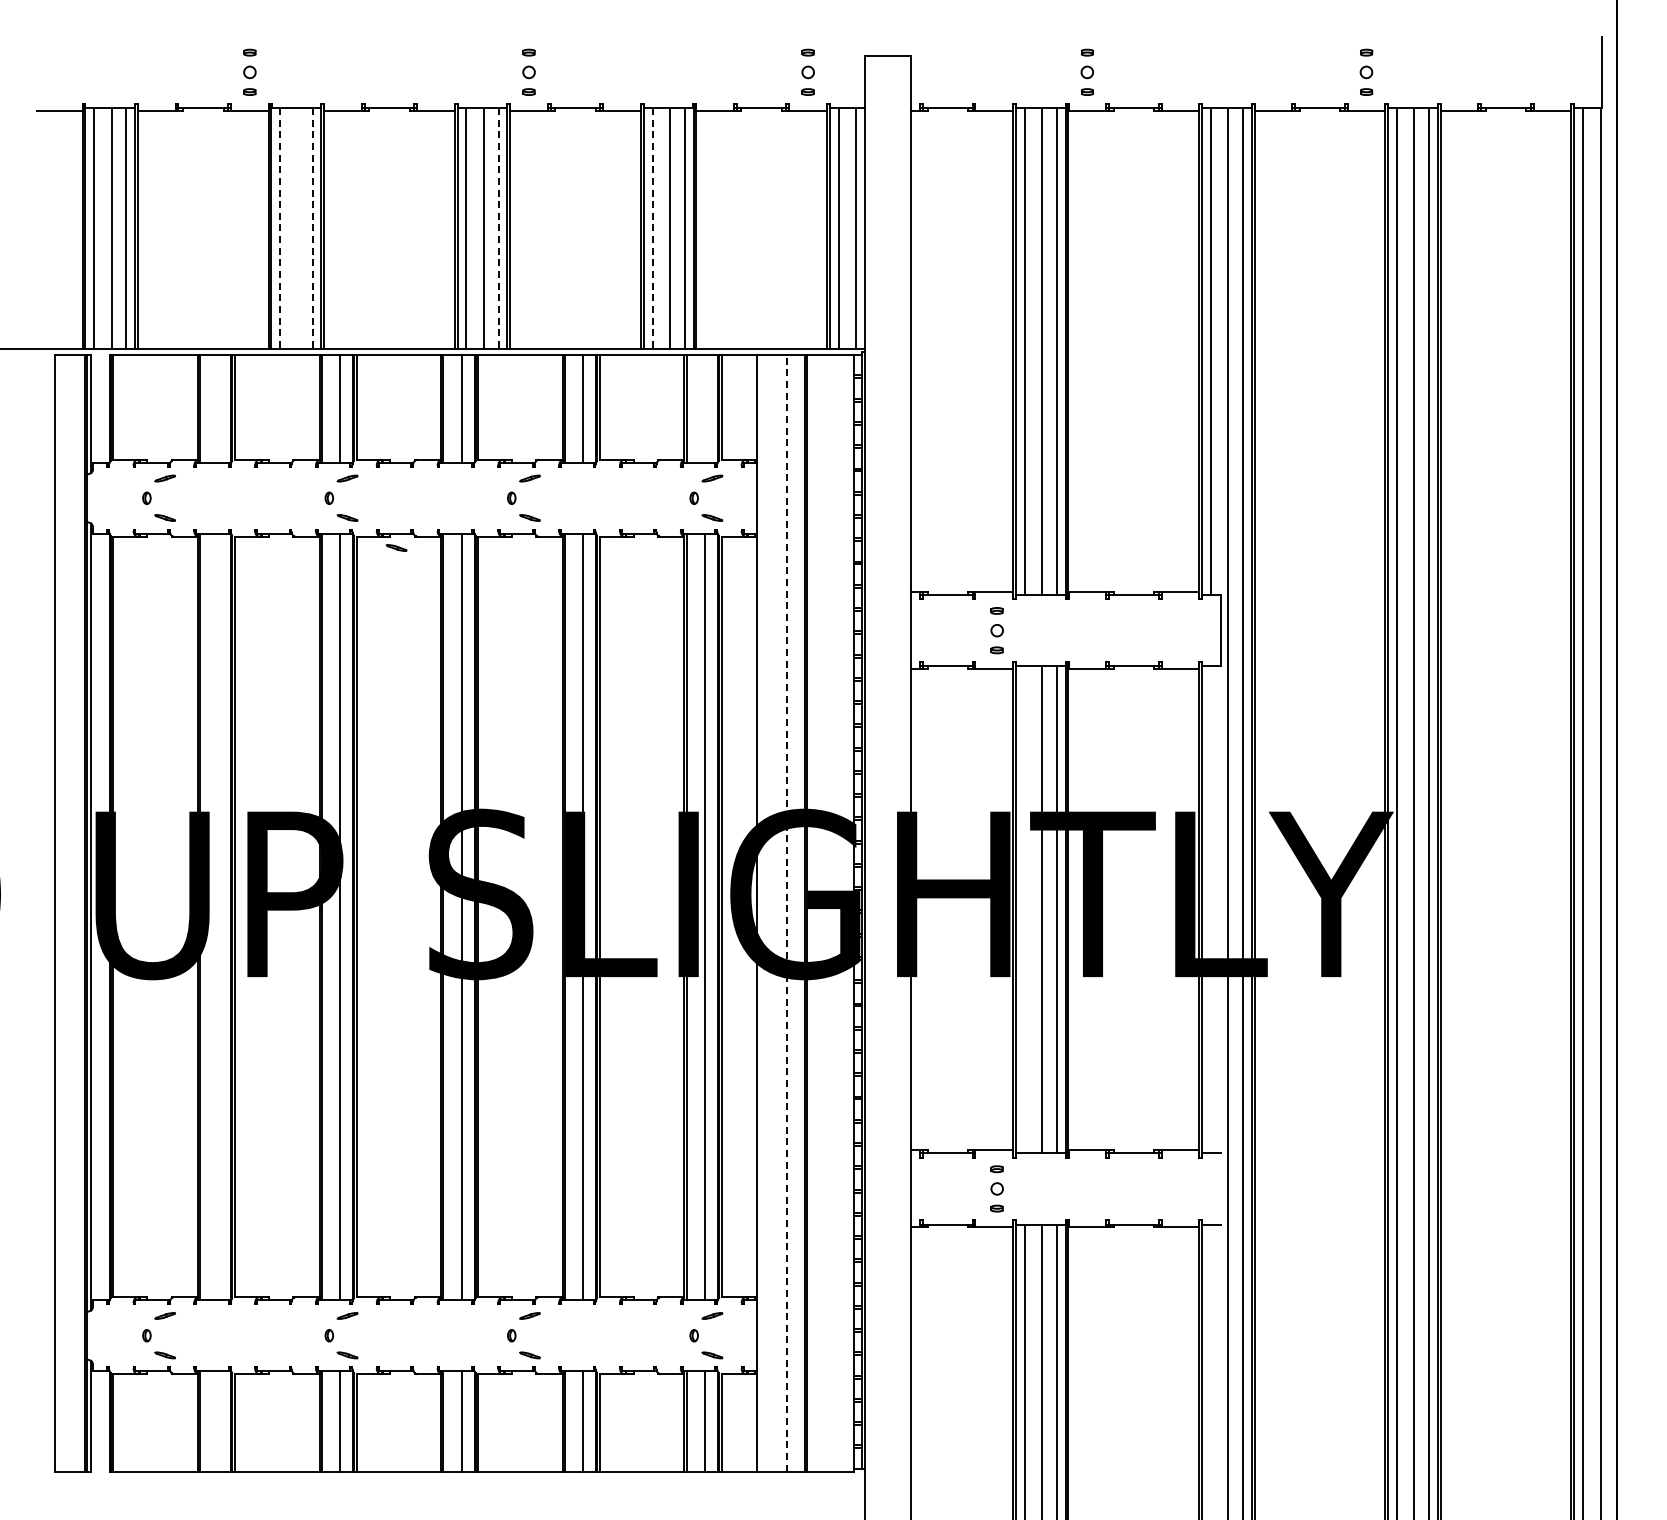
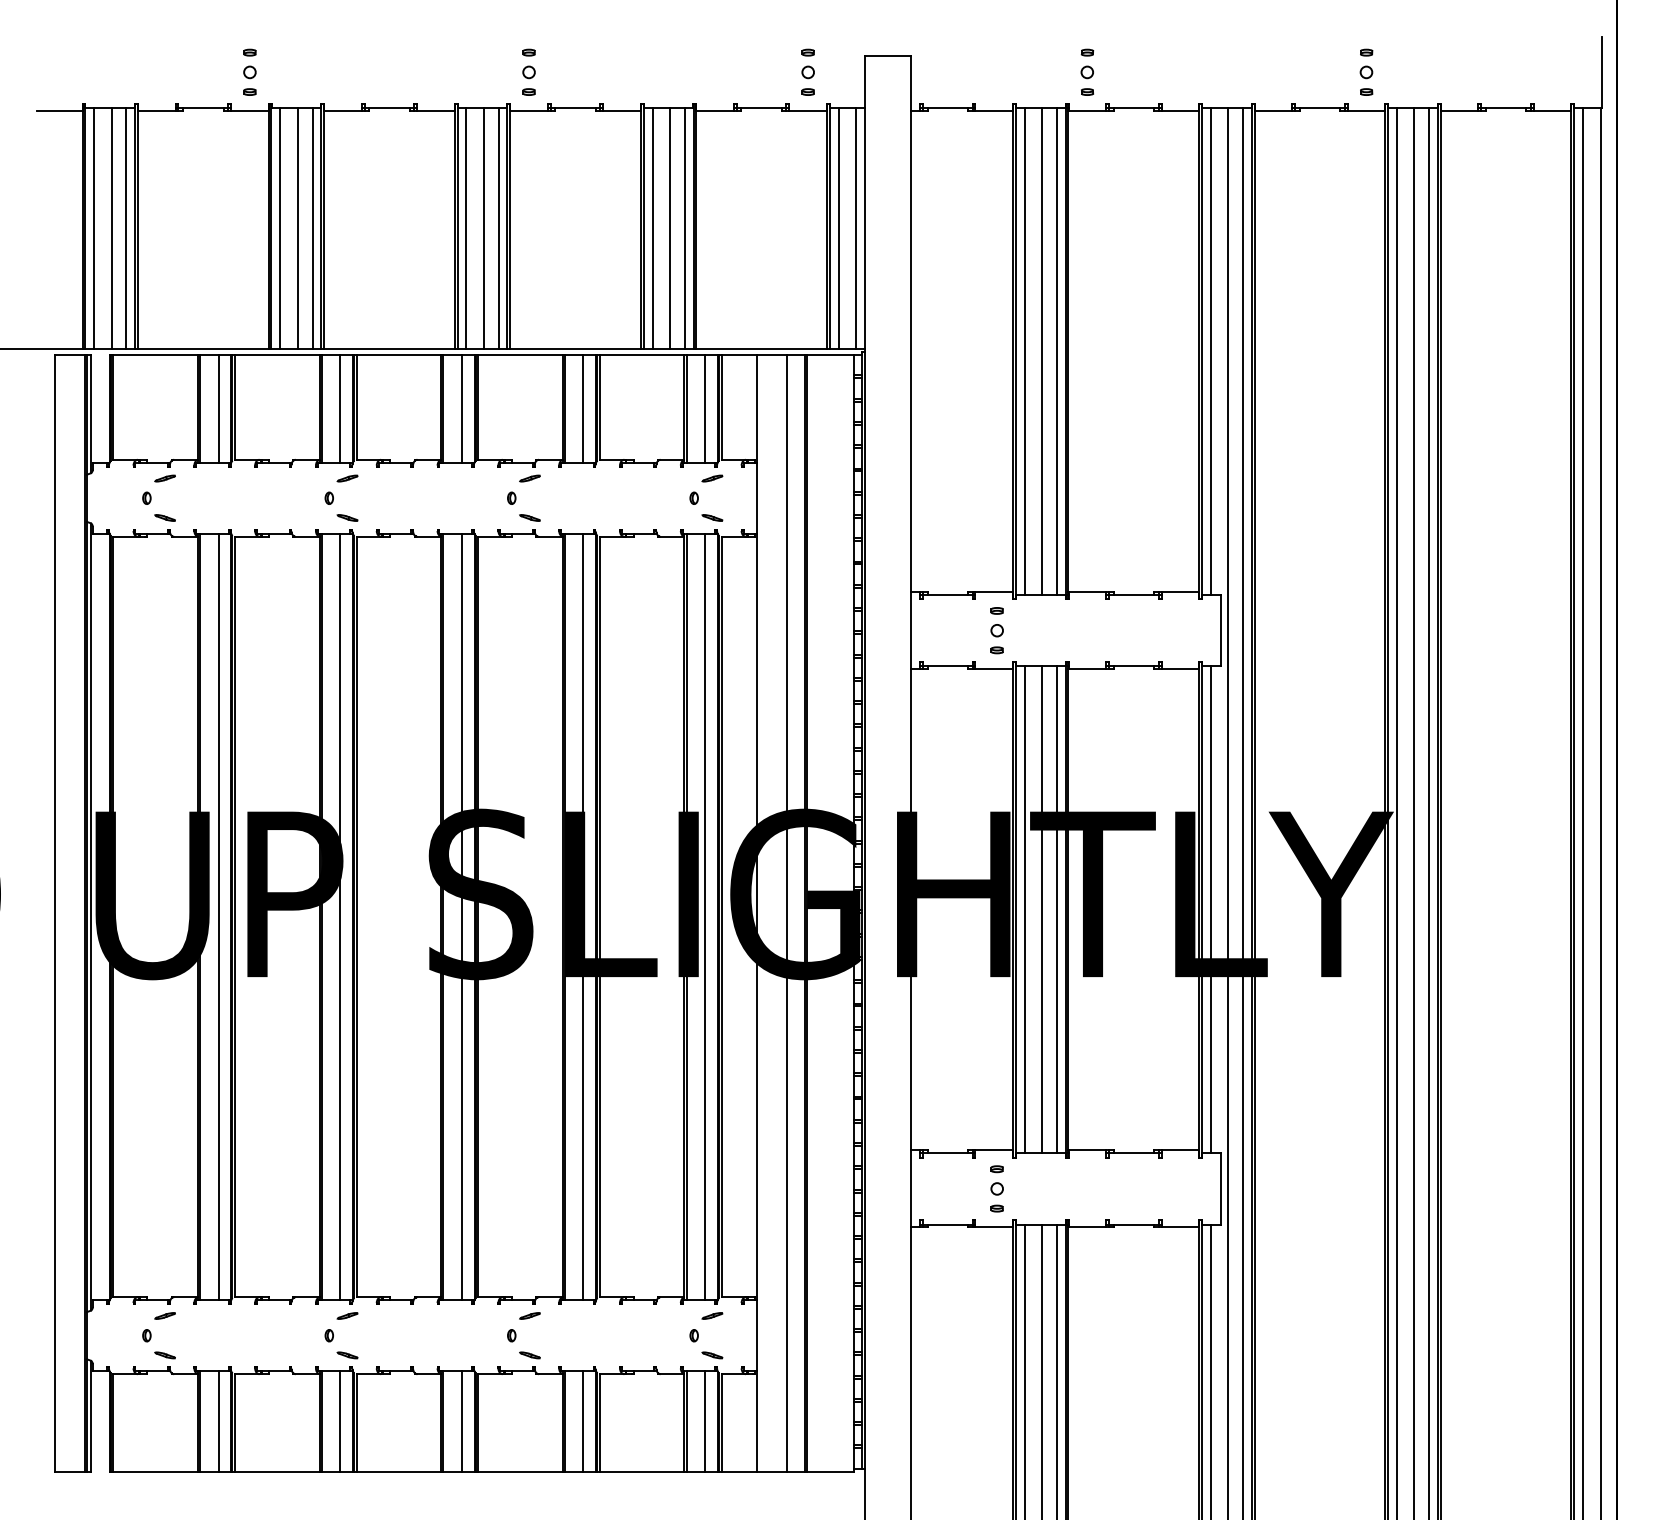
line at (280, 228): dashed -> solid
line at (297, 228): none -> present
line at (312, 228): dashed -> solid
line at (498, 228): dashed -> solid
line at (652, 228): dashed -> solid
line at (218, 408): none -> present
line at (704, 408): none -> present
part at (396, 547): present -> none
line at (1024, 909): none -> present
line at (1210, 909): none -> present
line at (787, 912): dashed -> solid
line at (218, 916): none -> present
line at (1221, 1188): none -> present
line at (1210, 1370): none -> present
line at (218, 1421): none -> present
